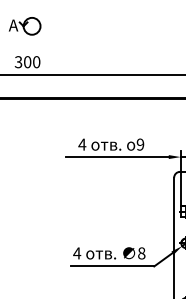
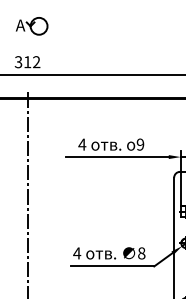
part at (24, 26) position: (24, 26) -> (31, 26)
text at (32, 62): 300 -> 312
line at (27, 193): none -> present
